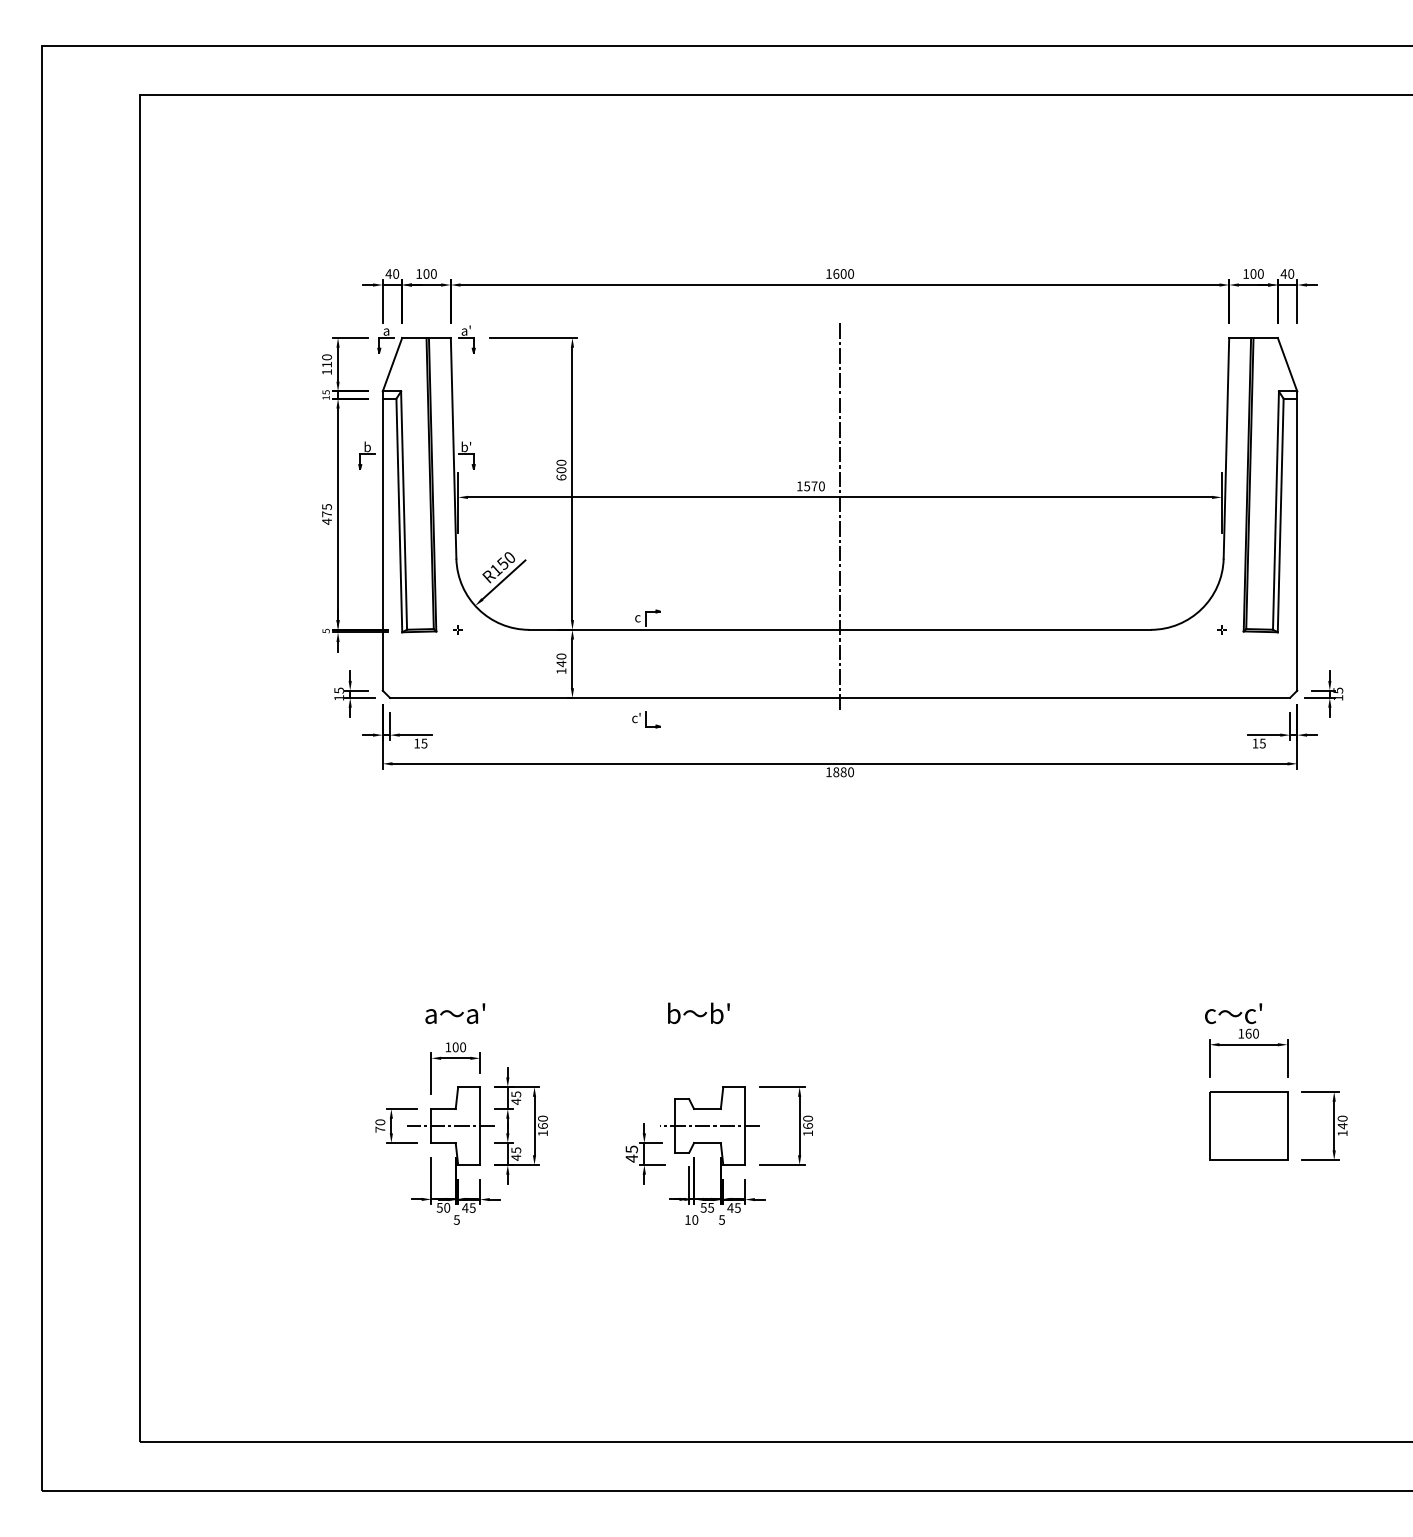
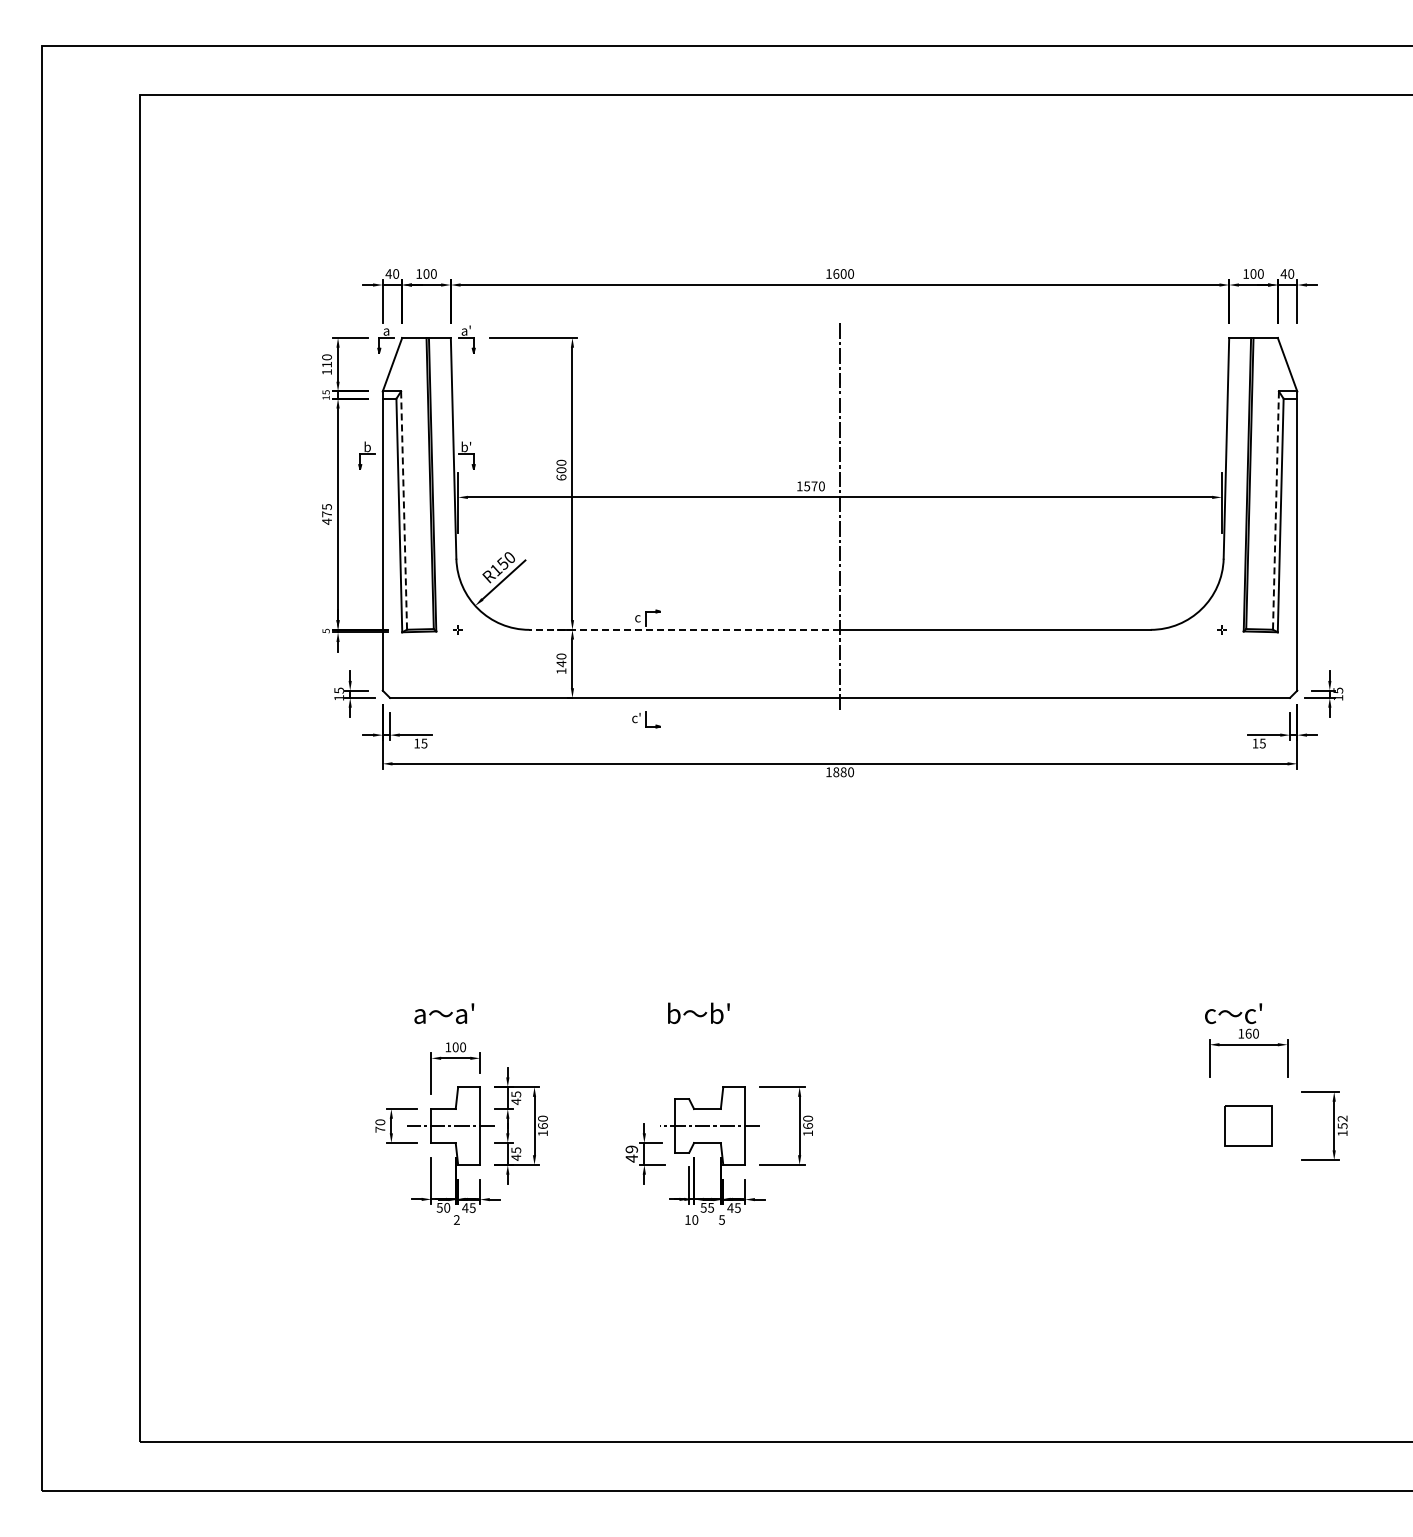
line at (404, 511): solid -> dashed
line at (1275, 511): solid -> dashed
line at (684, 629): solid -> dashed
text at (455, 1013) position: (455, 1013) -> (444, 1013)
text at (1342, 1122): 140 -> 152
part at (1248, 1125) size: 80x70 px -> 49x42 px
text at (631, 1149): 45 -> 49
text at (456, 1219): 5 -> 2
